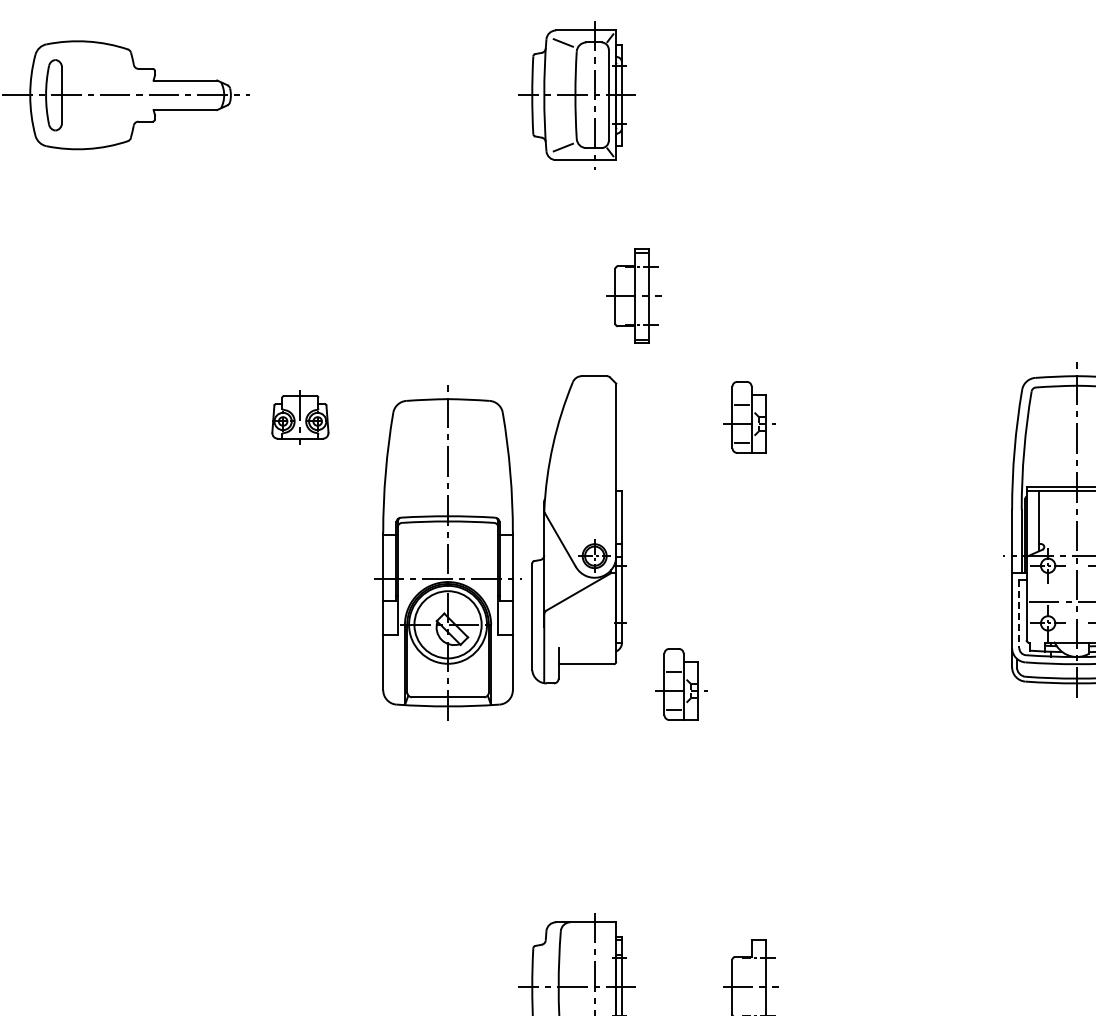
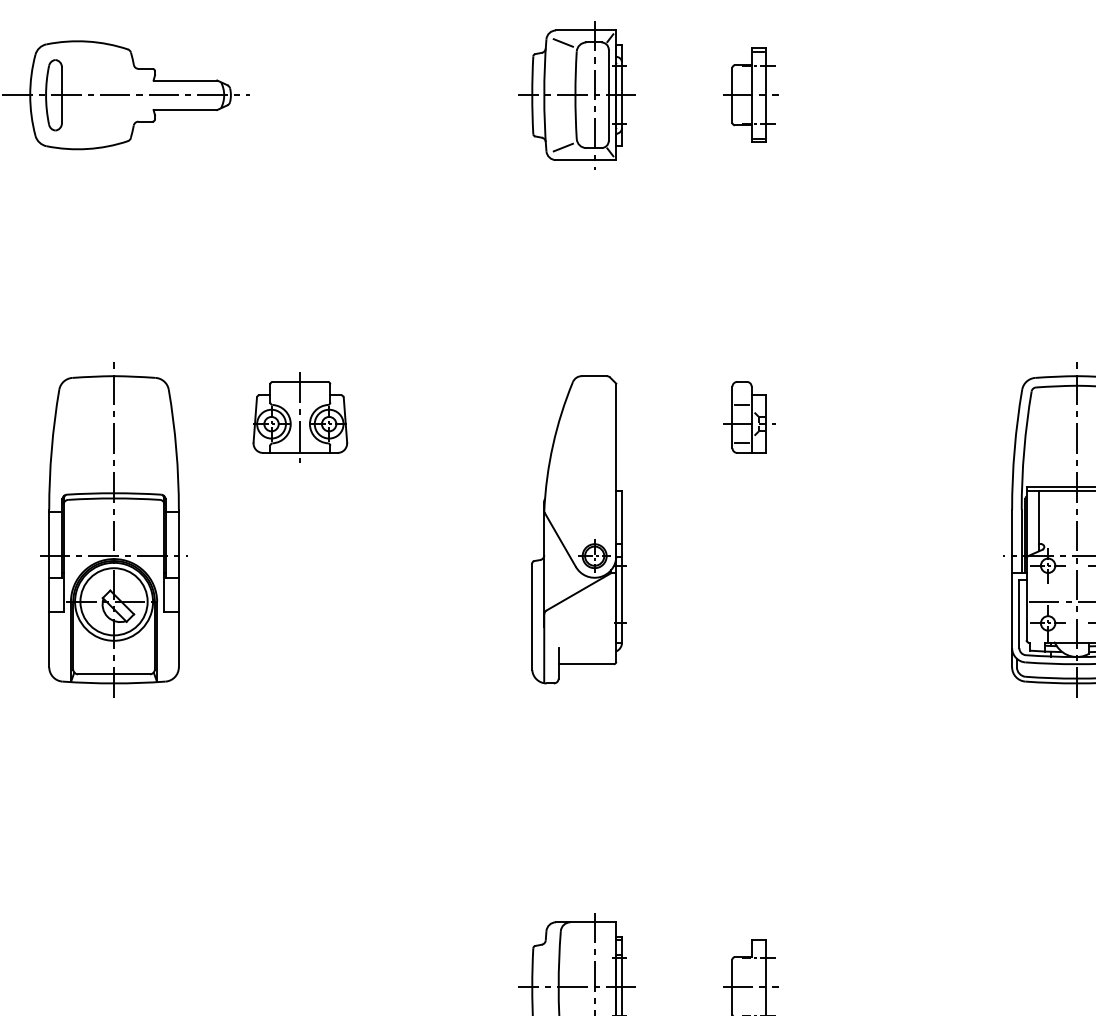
part at (633, 295) position: (633, 295) -> (750, 94)
part at (300, 417) size: 59x55 px -> 97x91 px
part at (447, 552) position: (447, 552) -> (113, 529)
line at (1019, 614): dashed -> solid
part at (681, 684): present -> none
